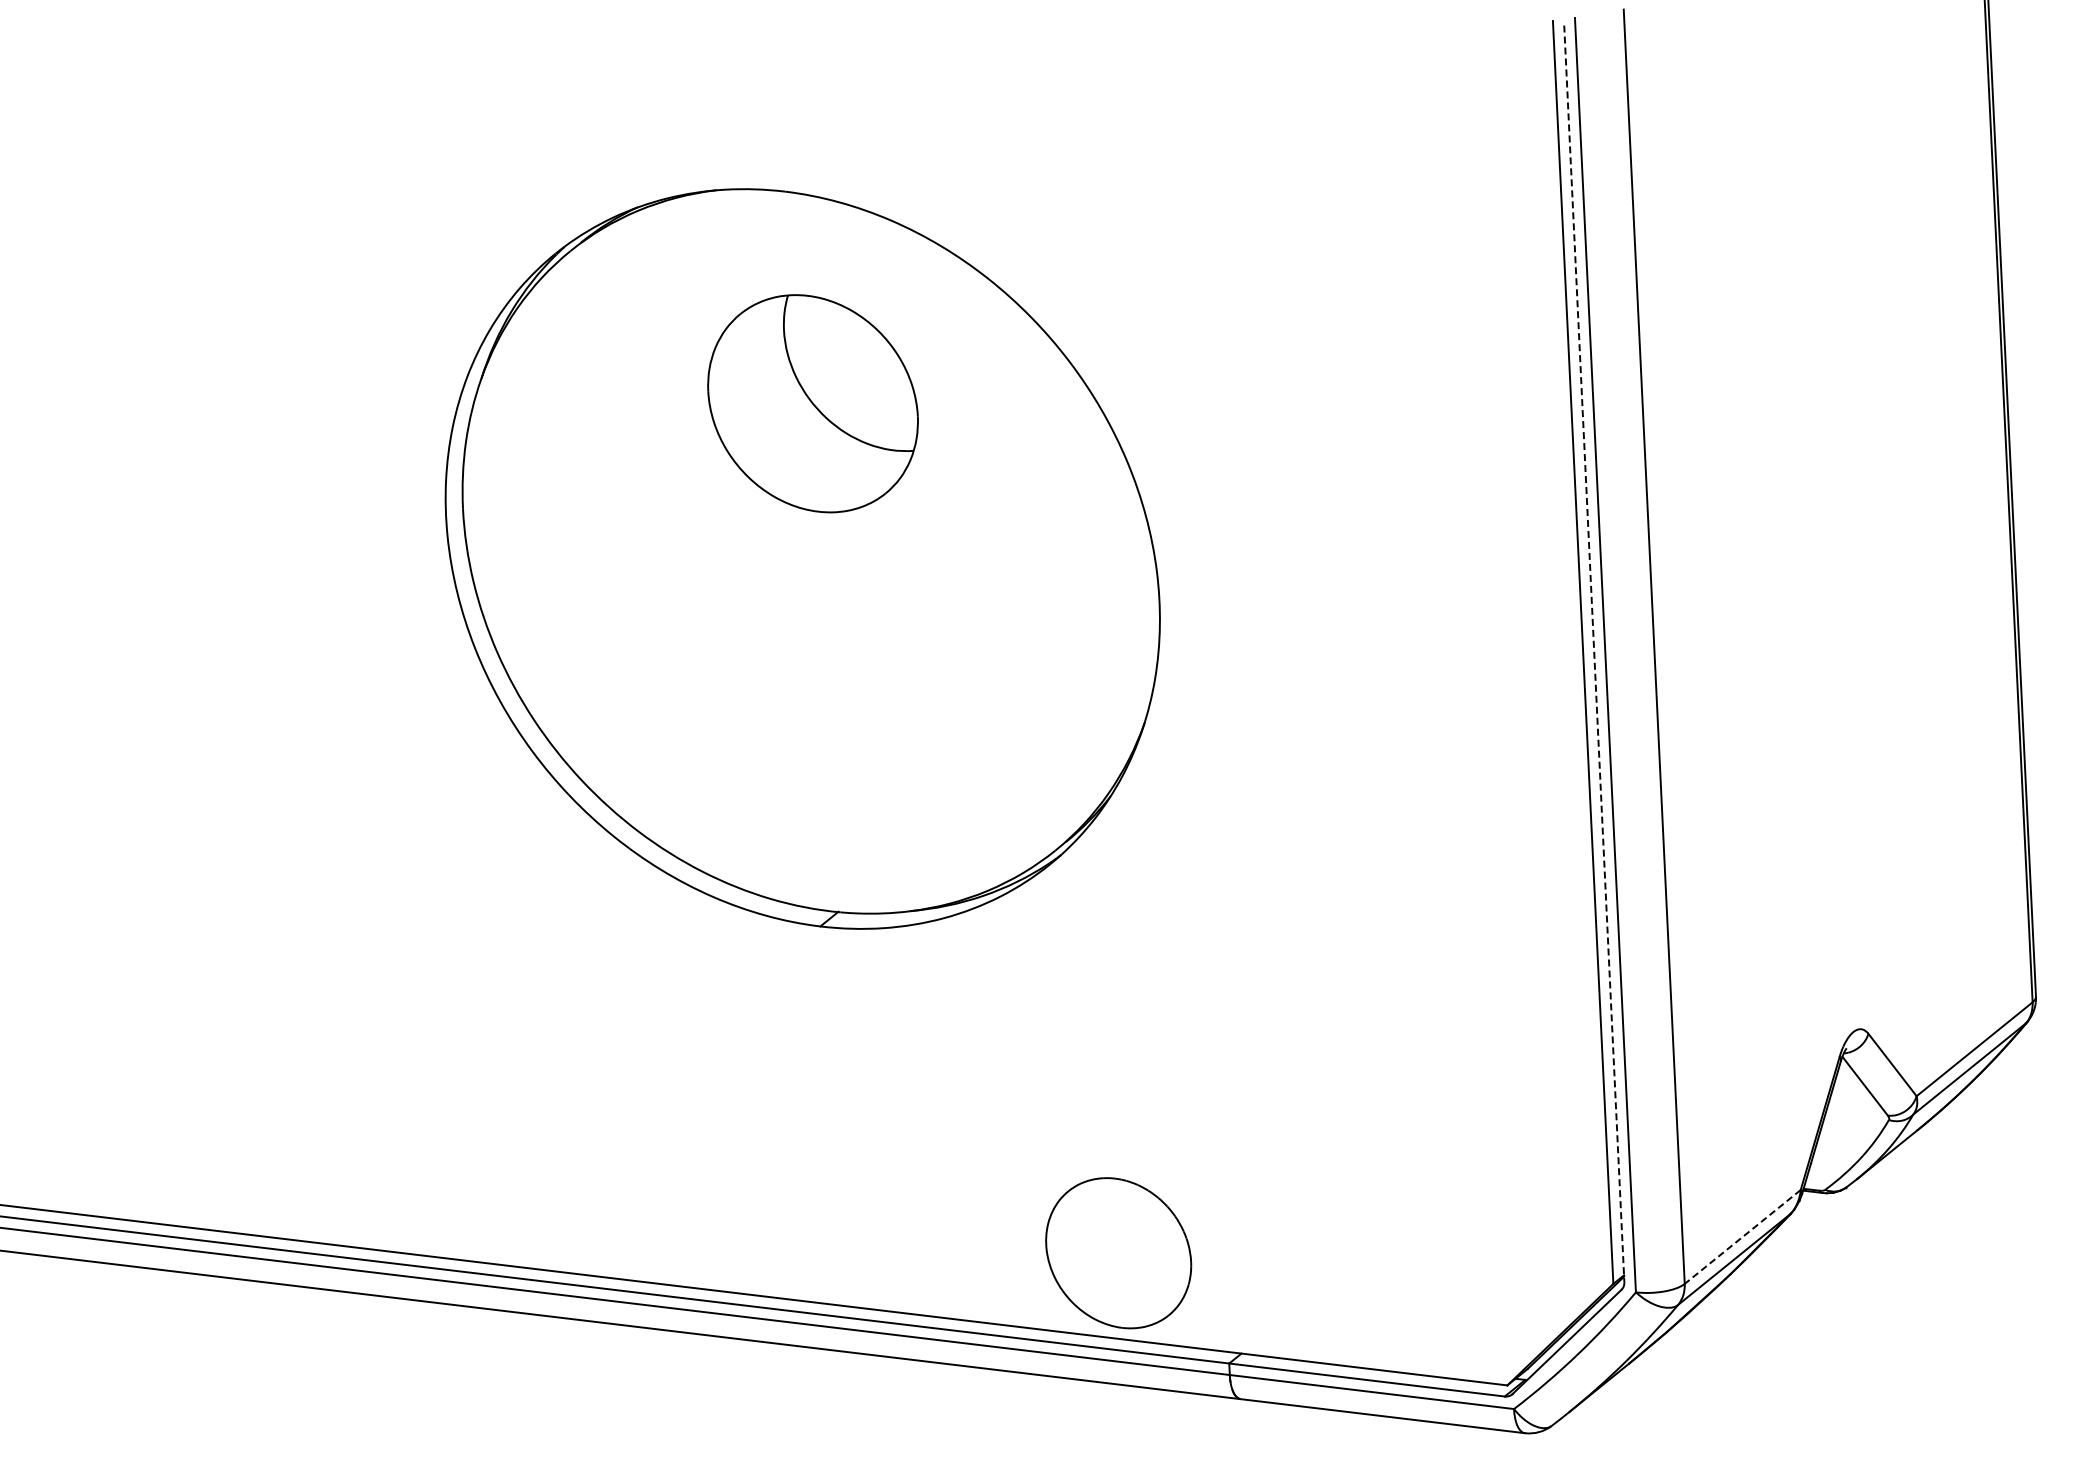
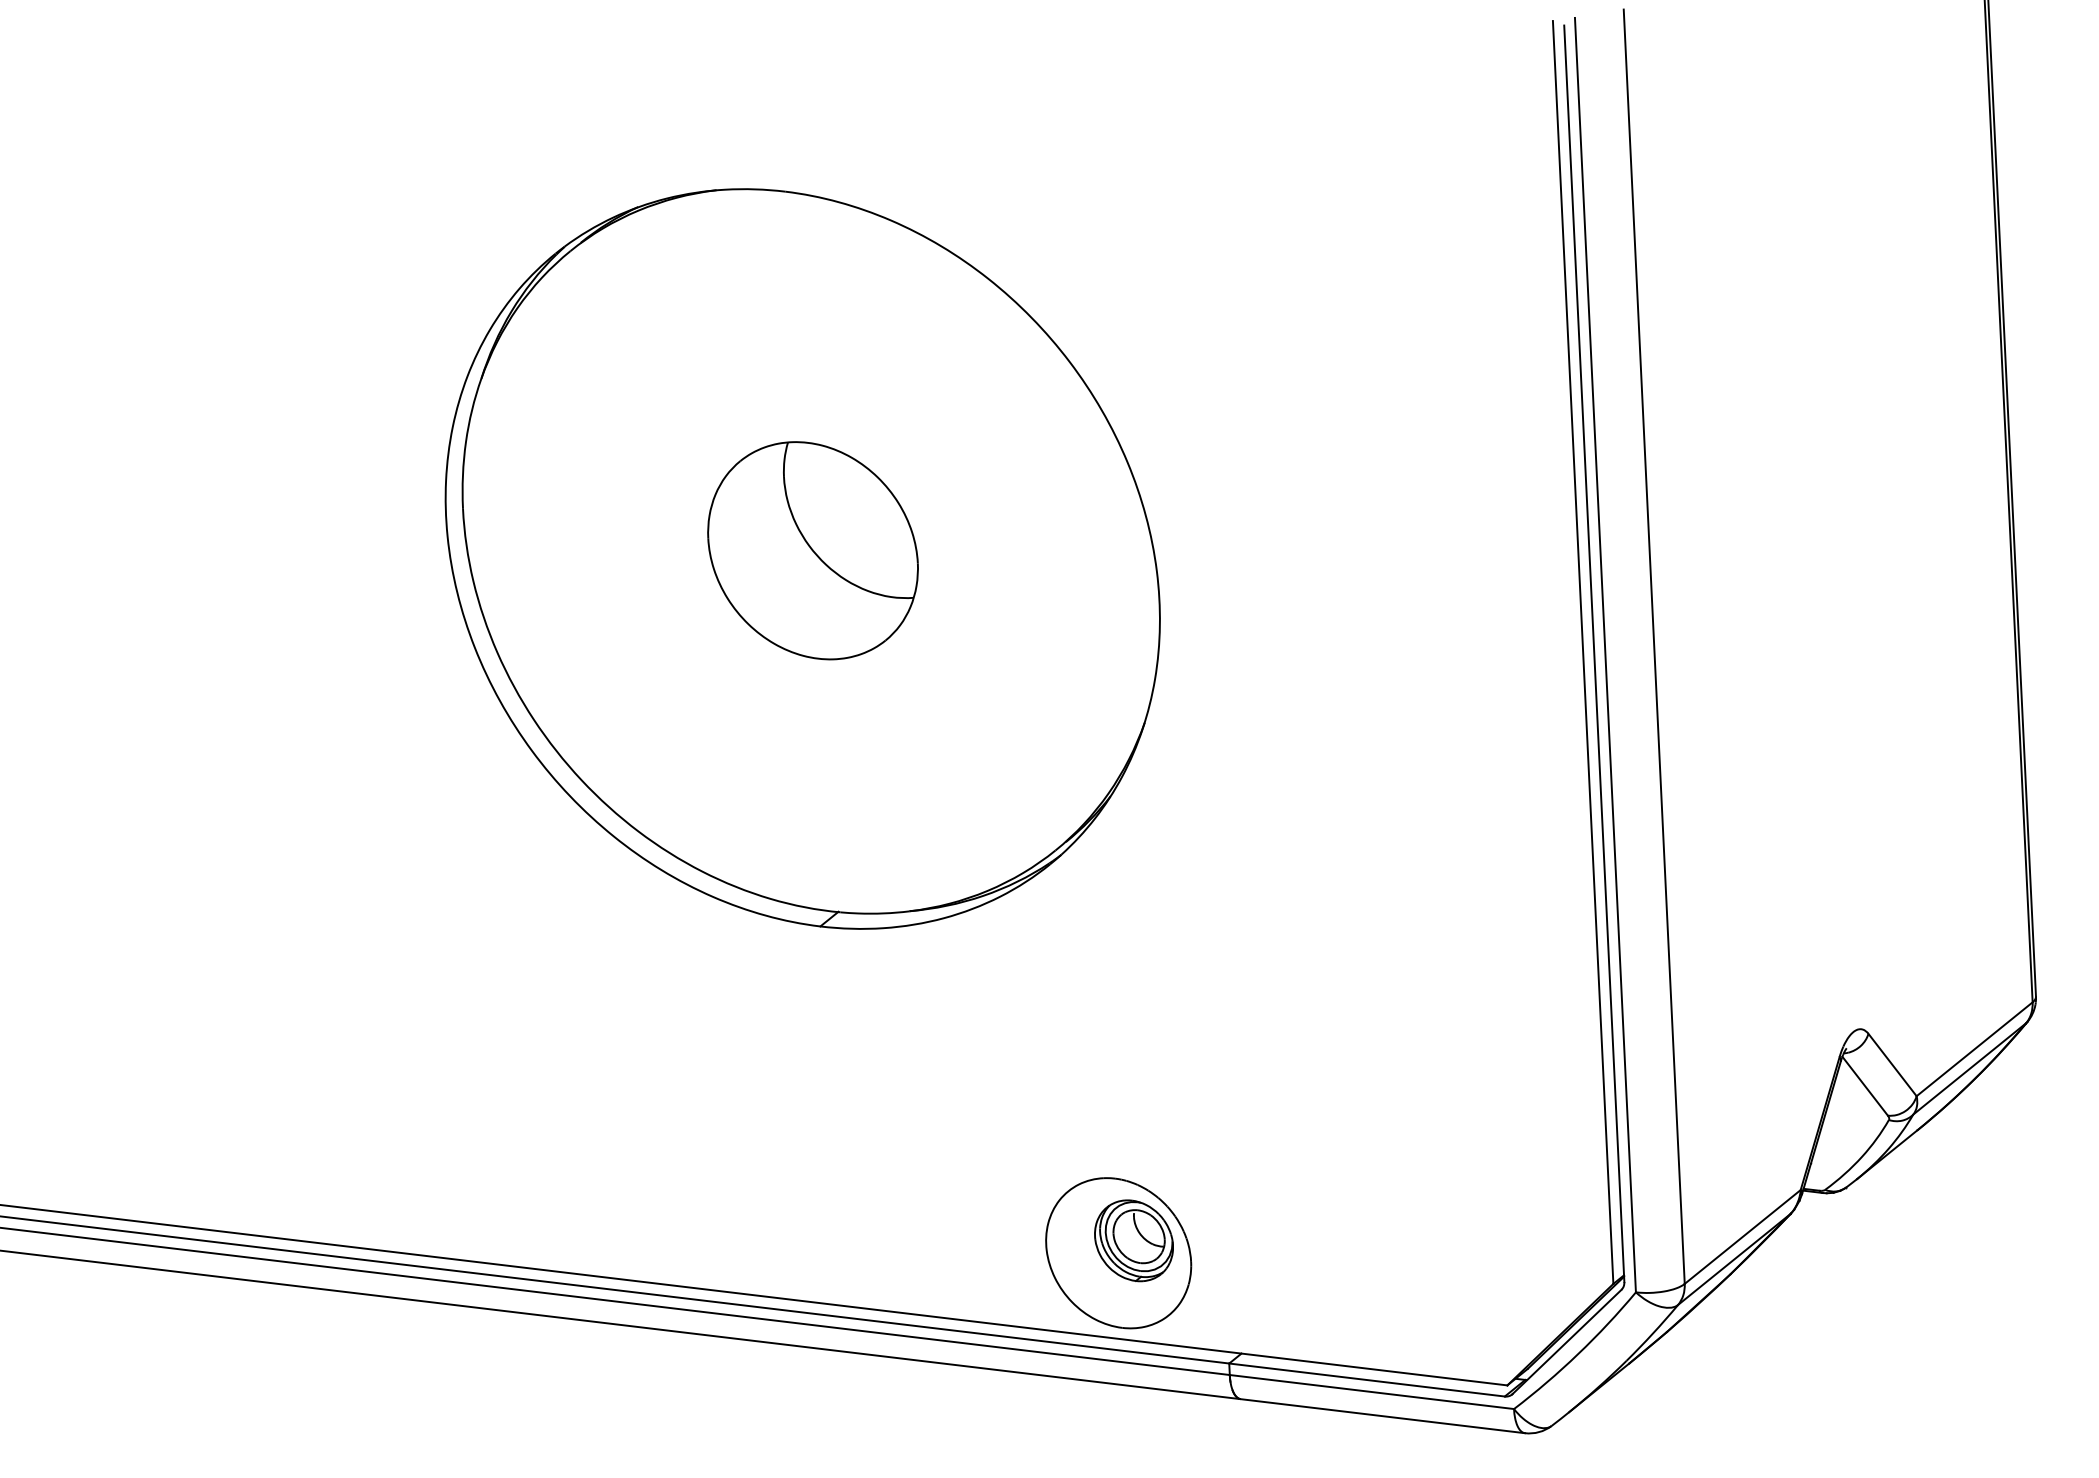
part at (812, 403) position: (812, 403) -> (812, 550)
line at (1594, 653): dashed -> solid
line at (1742, 1236): dashed -> solid
part at (1133, 1240): none -> present
